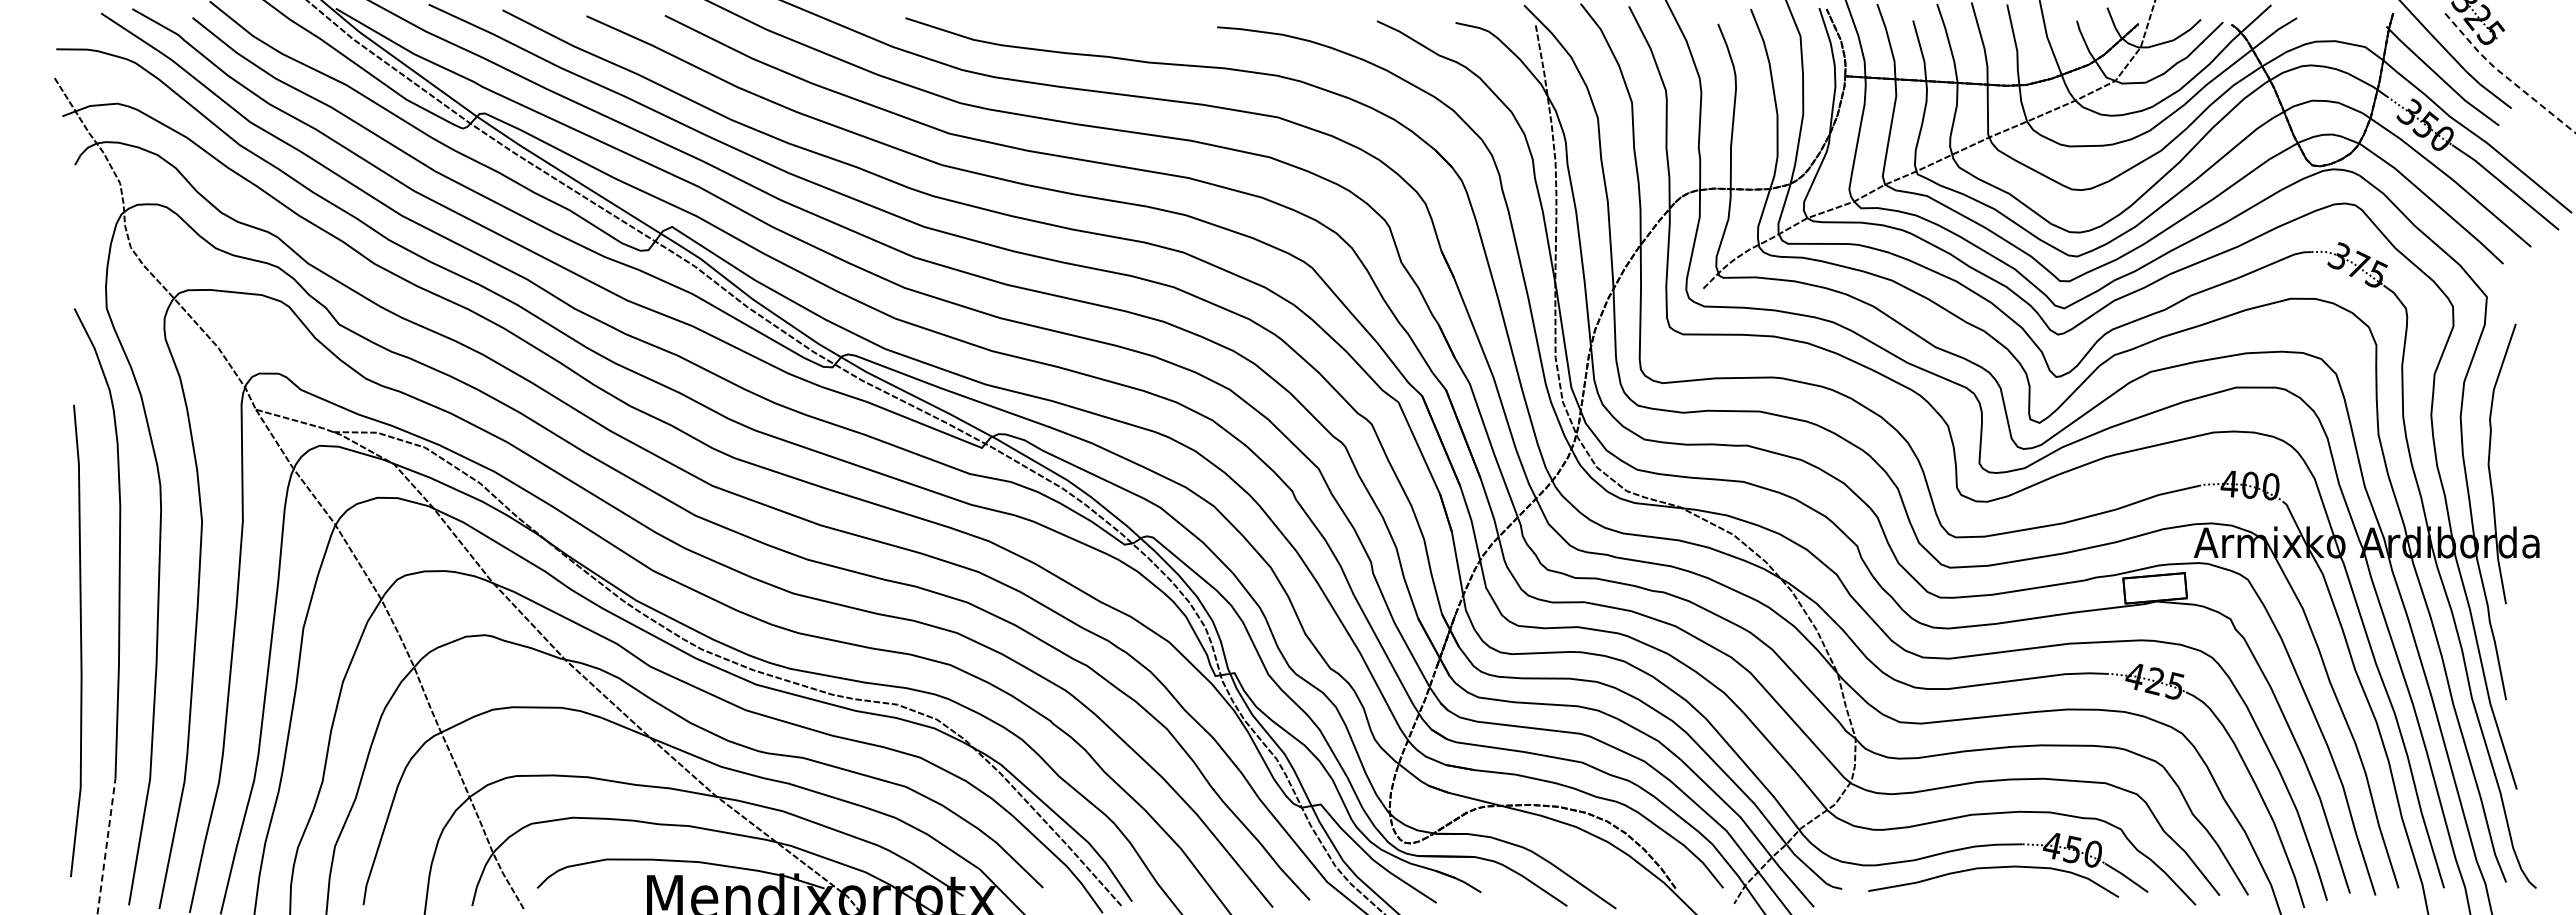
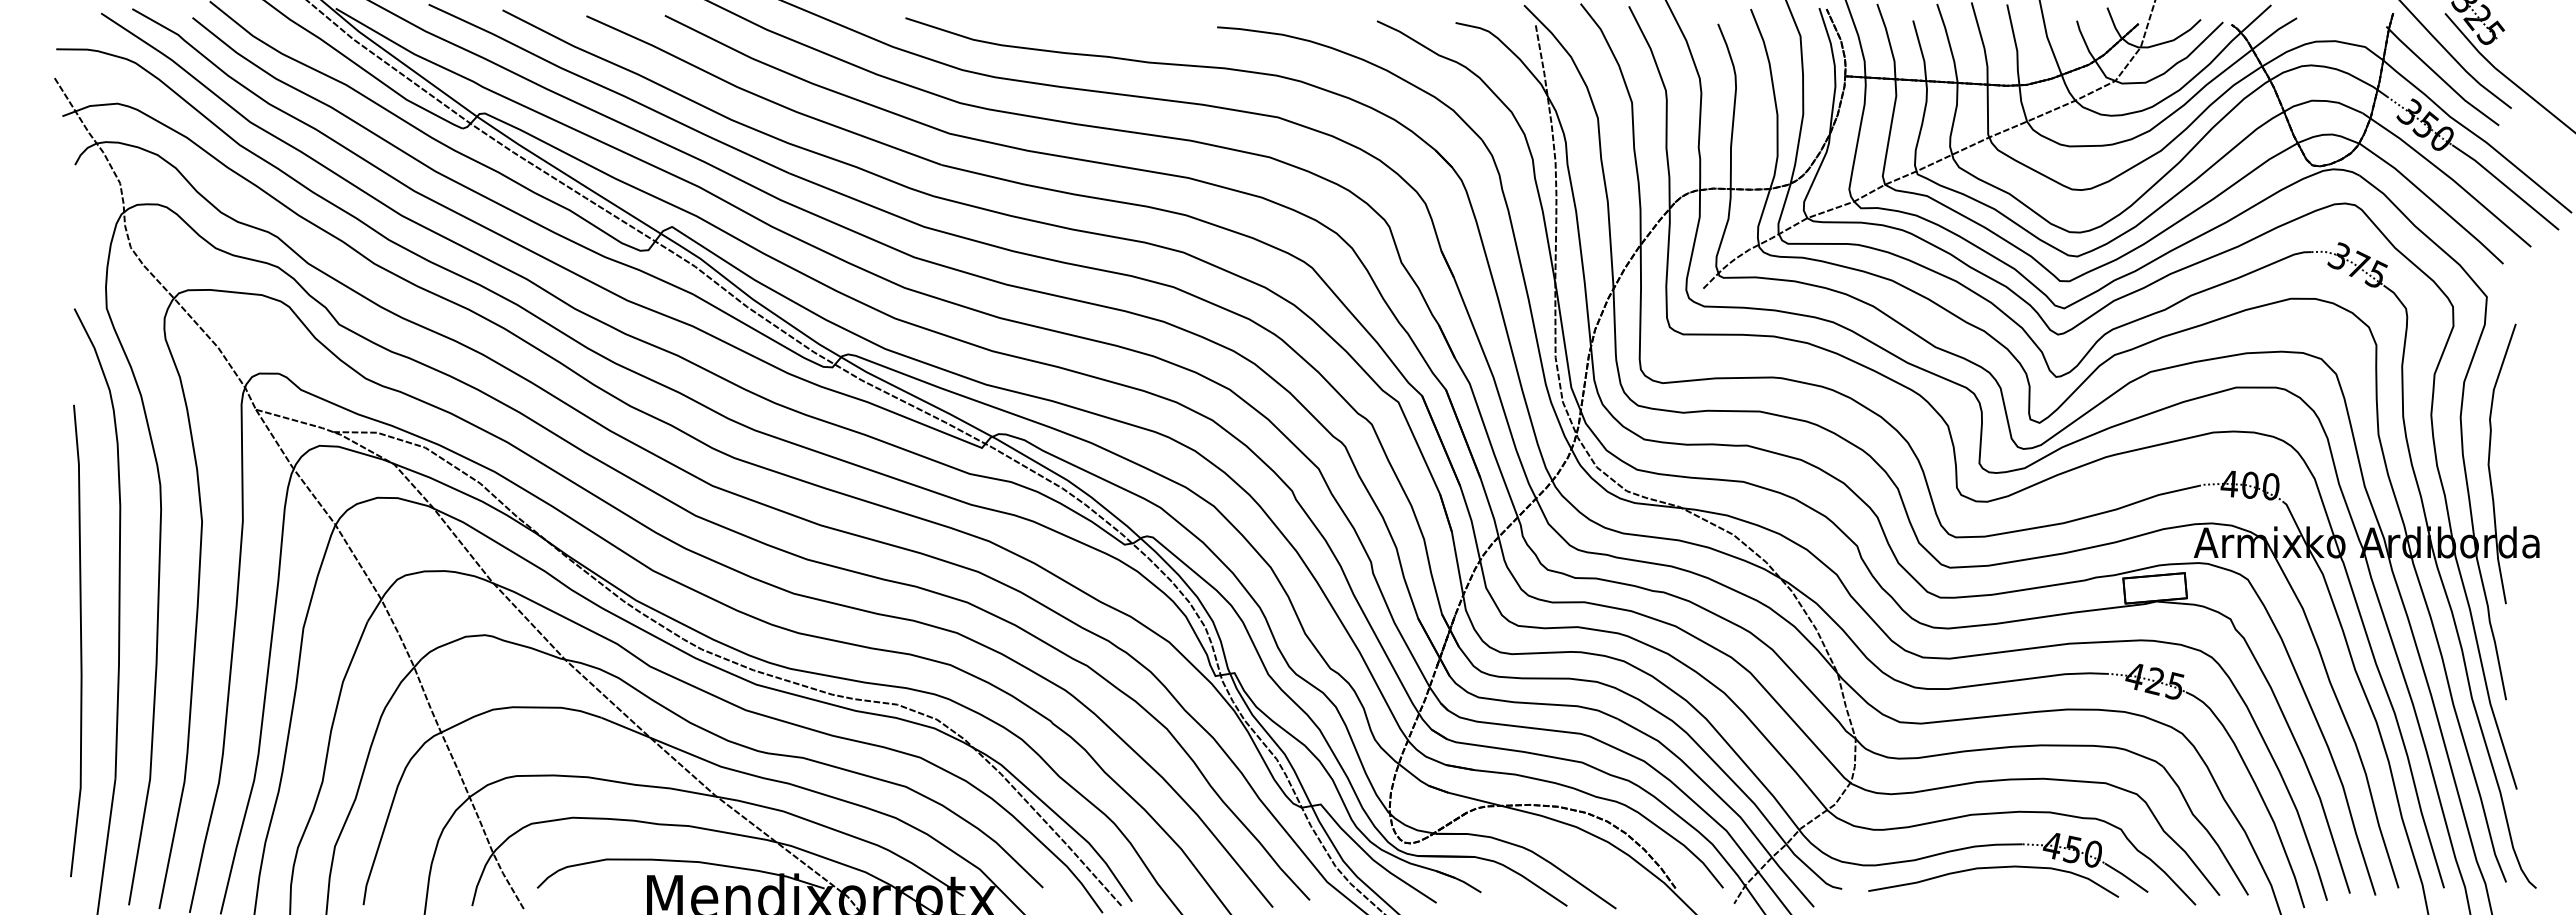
line at (2505, 76): dashed -> solid
line at (106, 846): dashed -> solid
